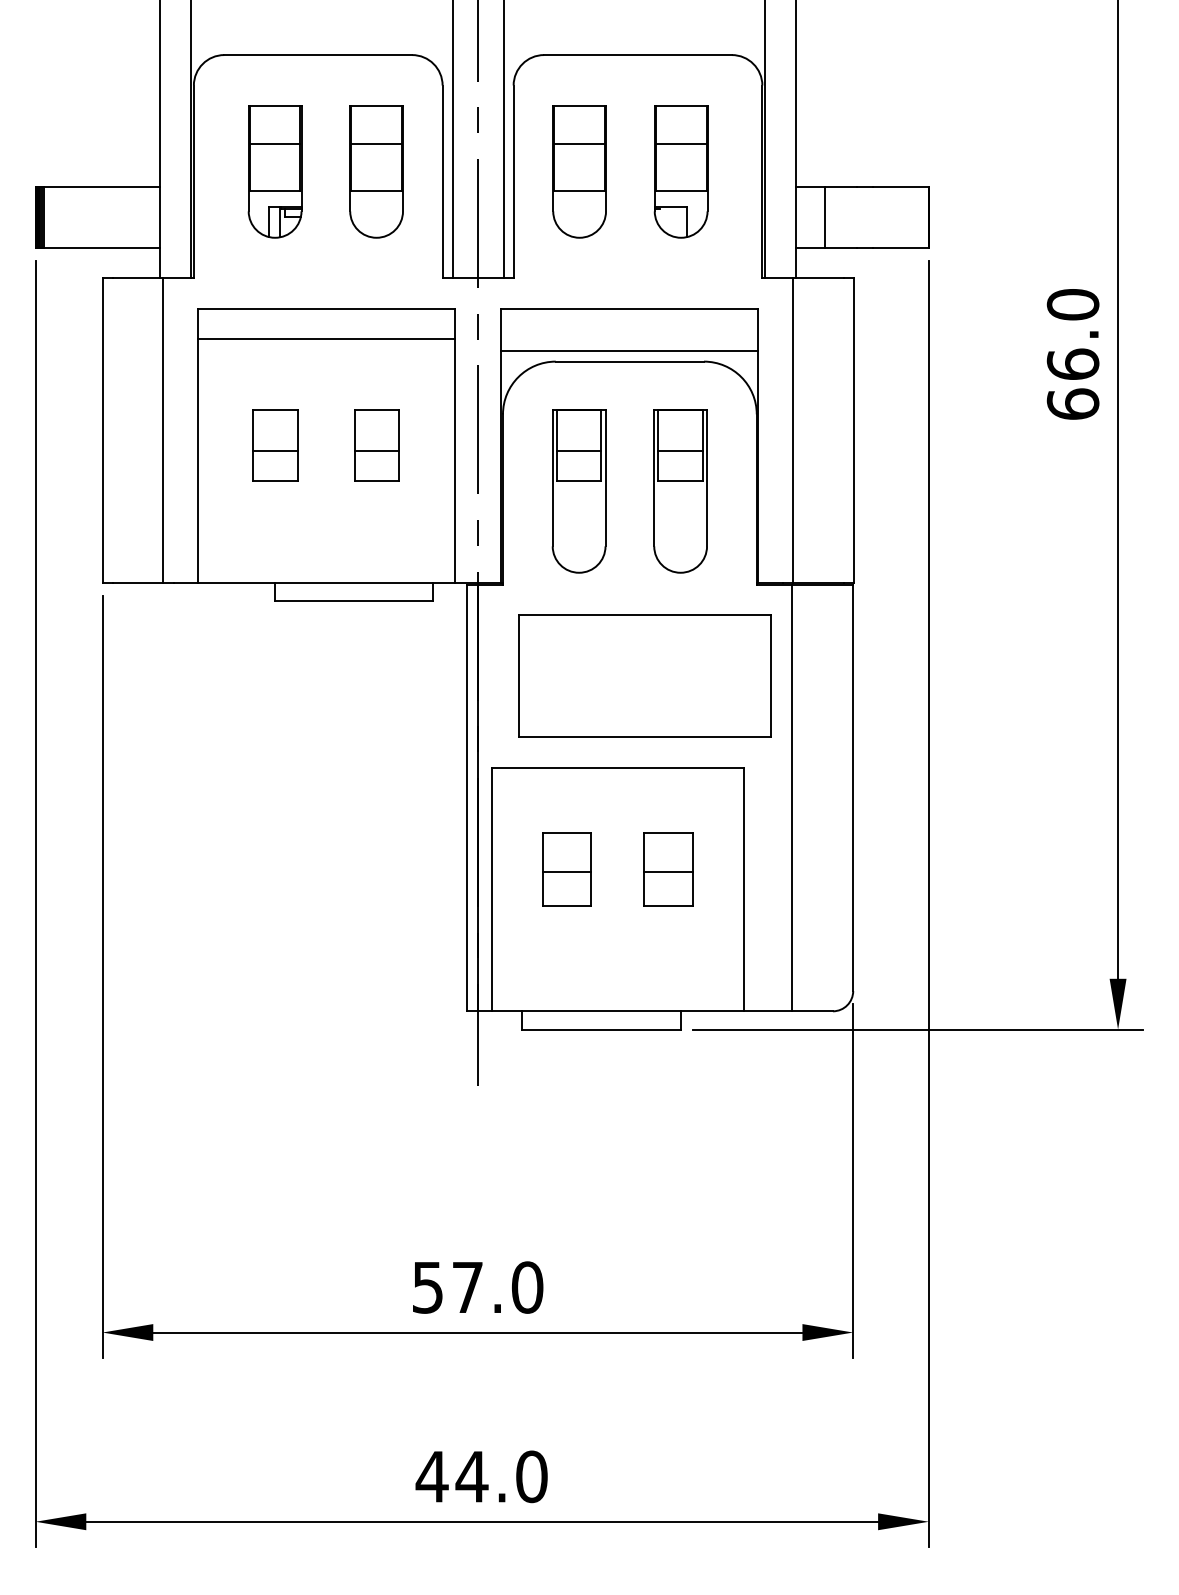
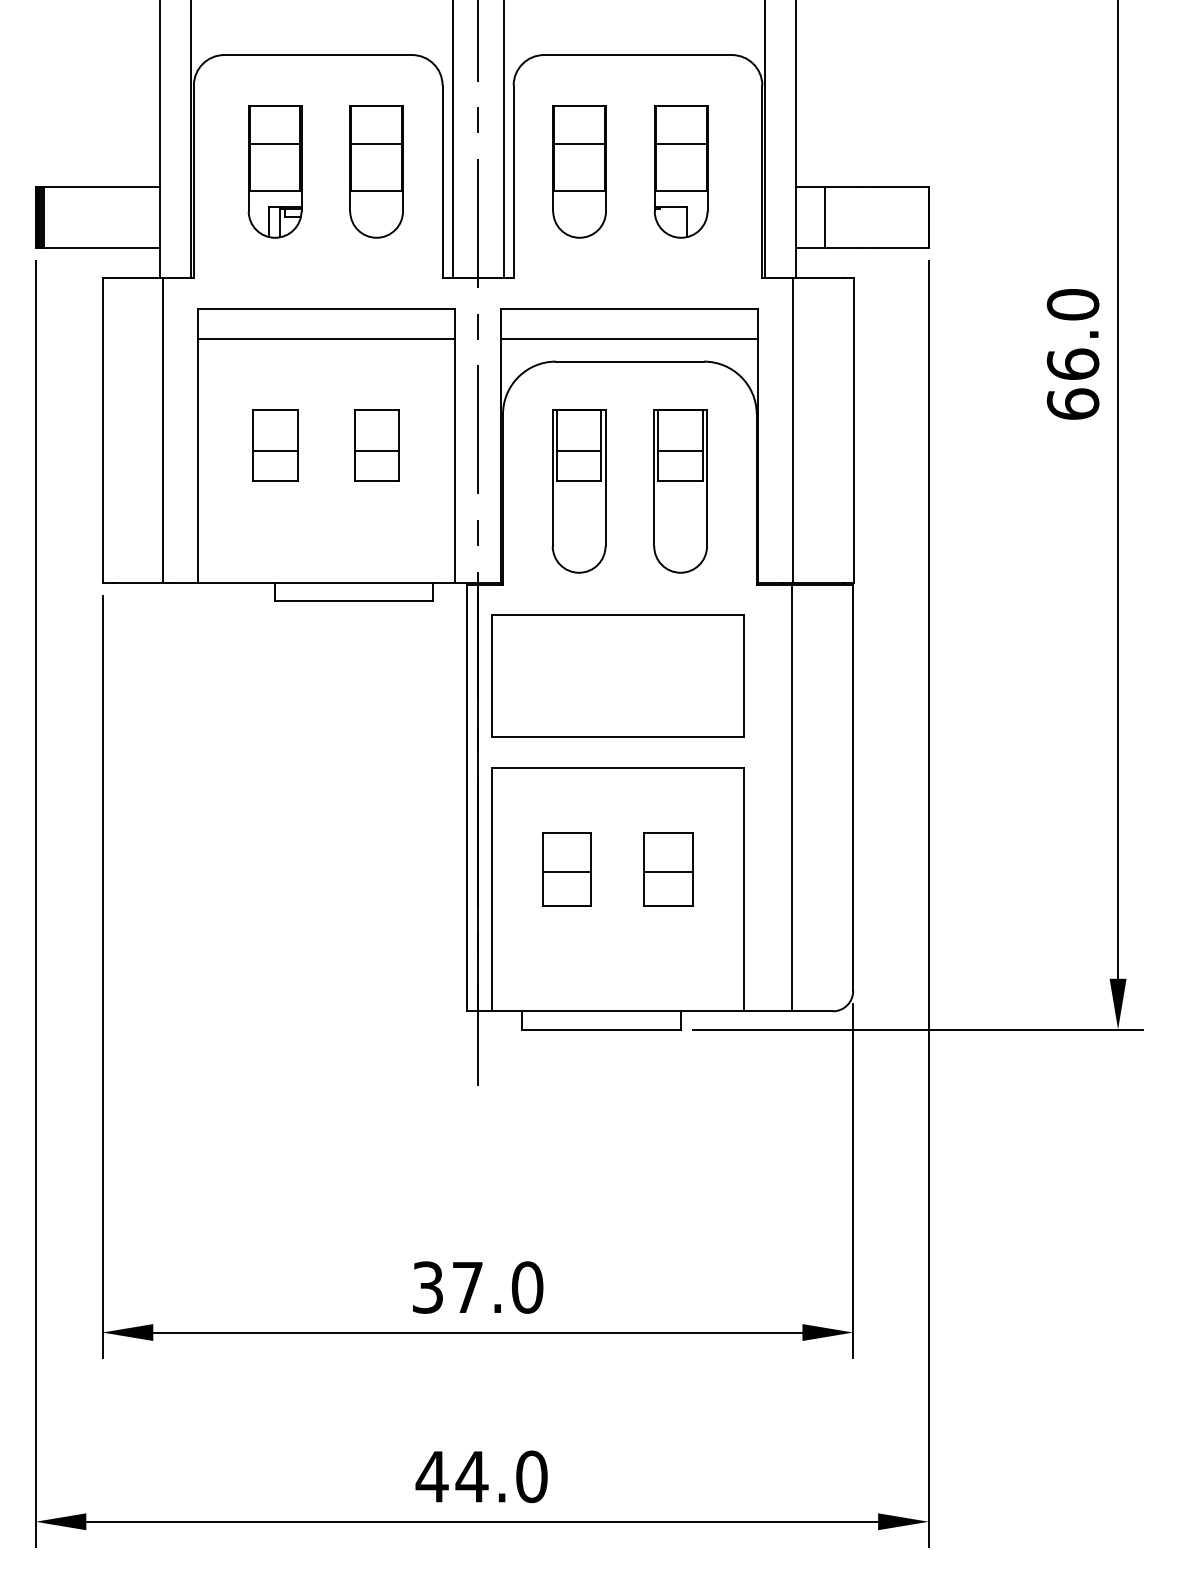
line at (629, 351) position: (629, 351) -> (629, 339)
part at (644, 675) position: (644, 675) -> (617, 675)
text at (427, 1287): 57.0 -> 37.0
